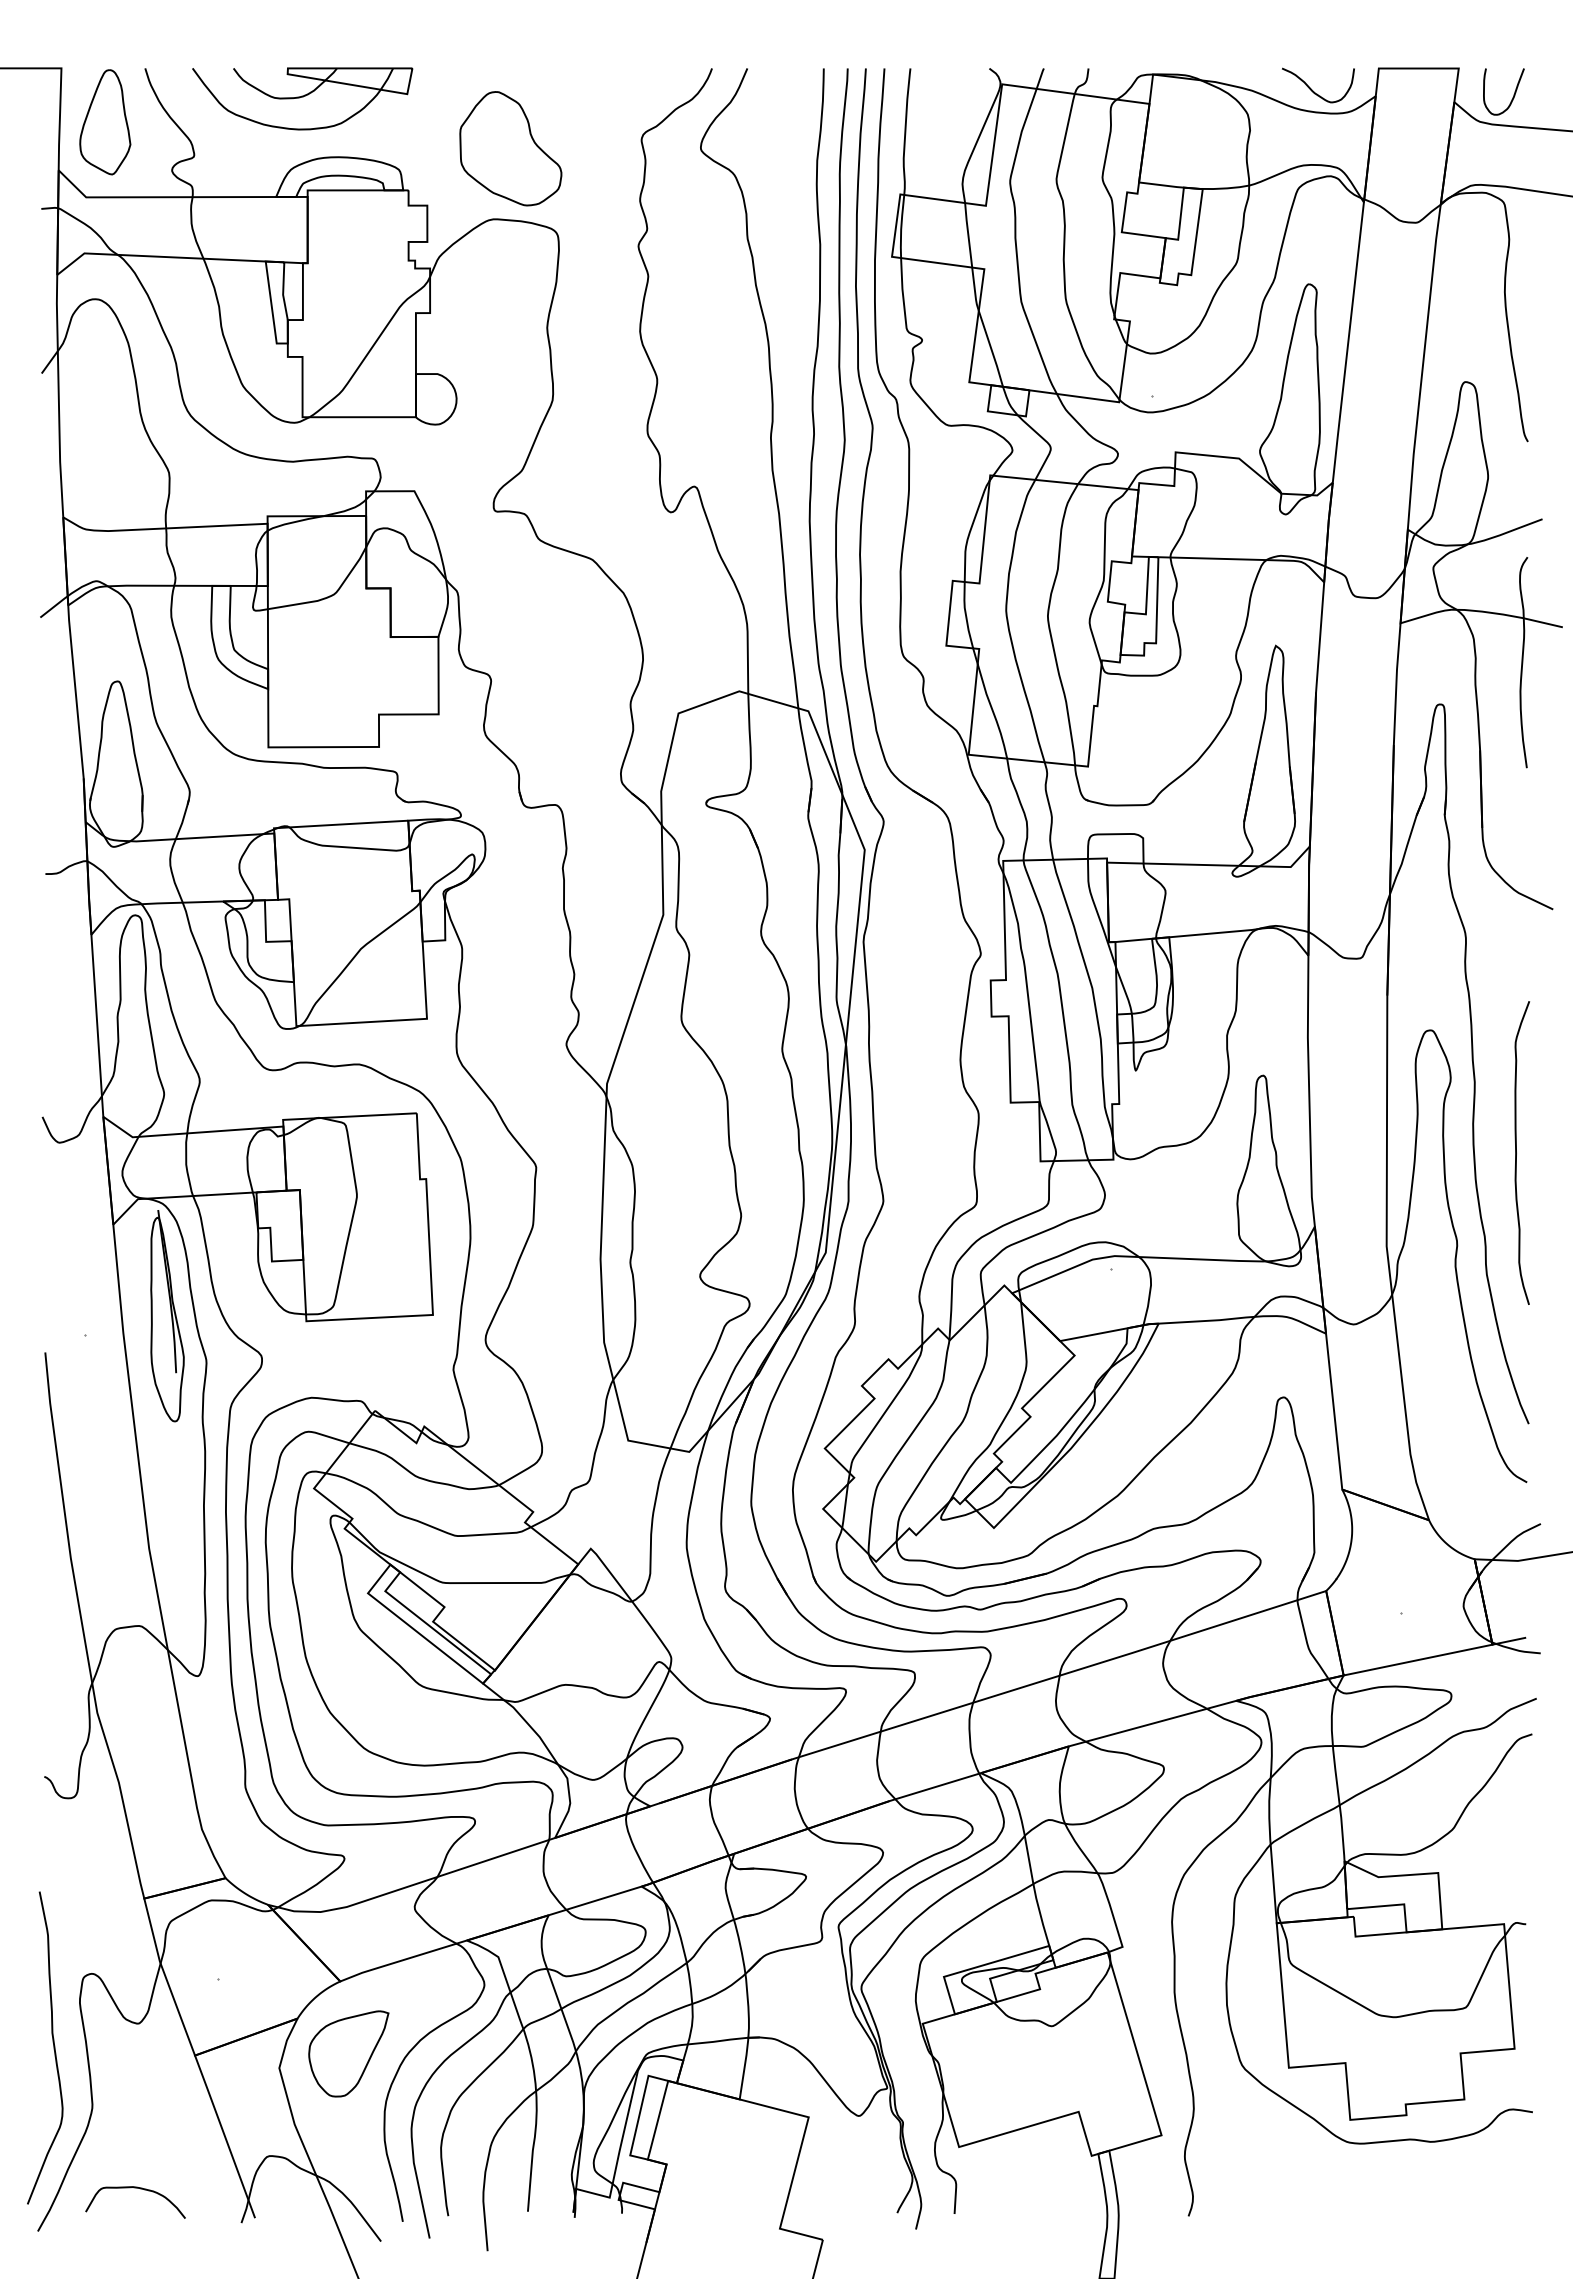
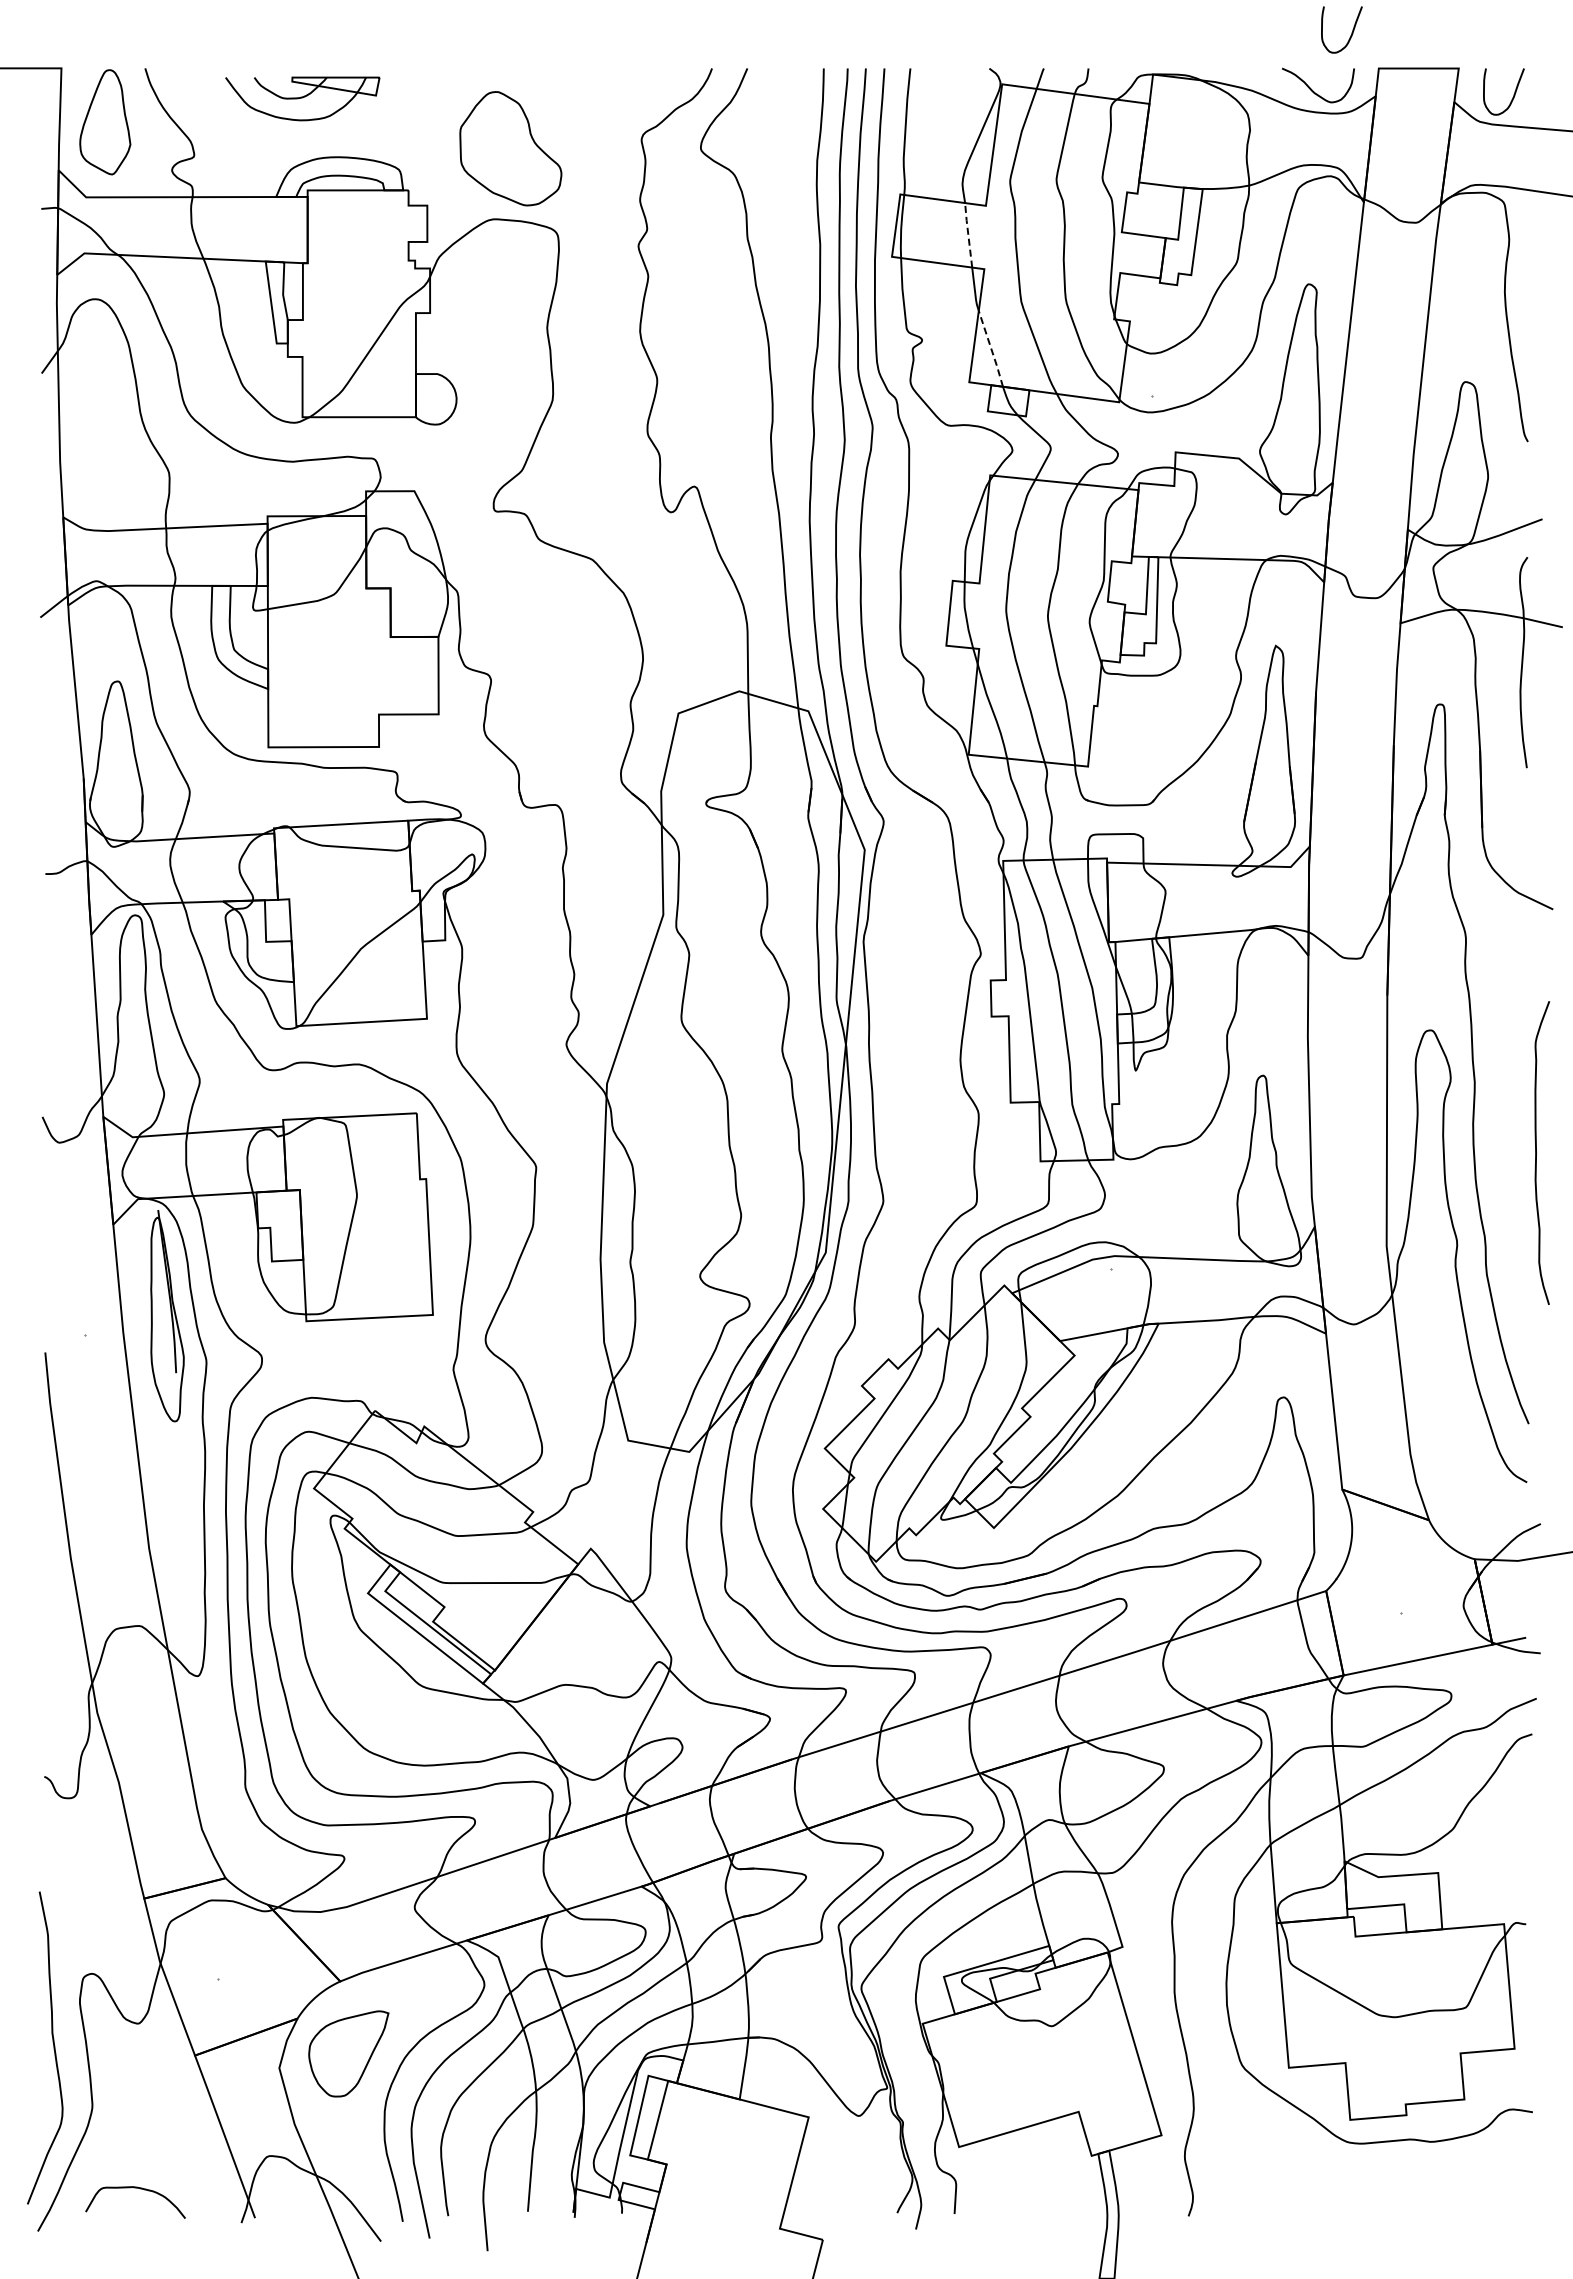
curve at (1351, 32): none -> present
part at (302, 98) size: 222x64 px -> 156x46 px
line at (968, 234): solid -> dashed
line at (991, 349): solid -> dashed
curve at (1516, 1152) position: (1516, 1152) -> (1536, 1152)
